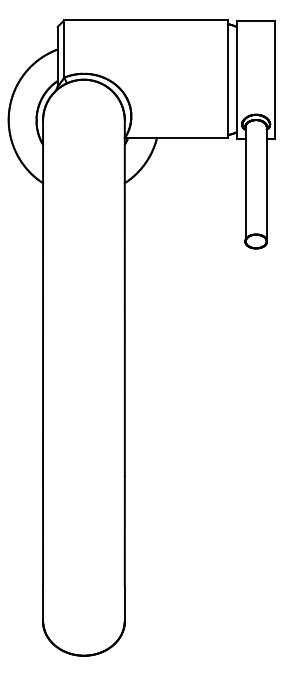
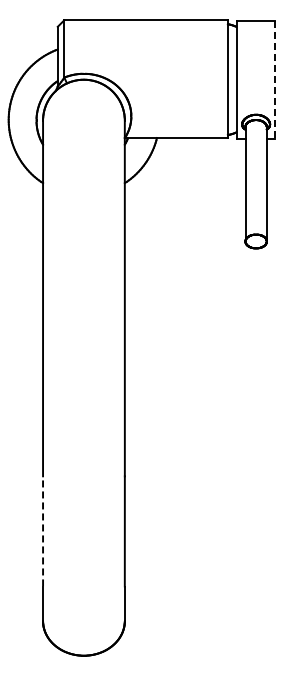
line at (275, 79): solid -> dashed
line at (43, 530): solid -> dashed
